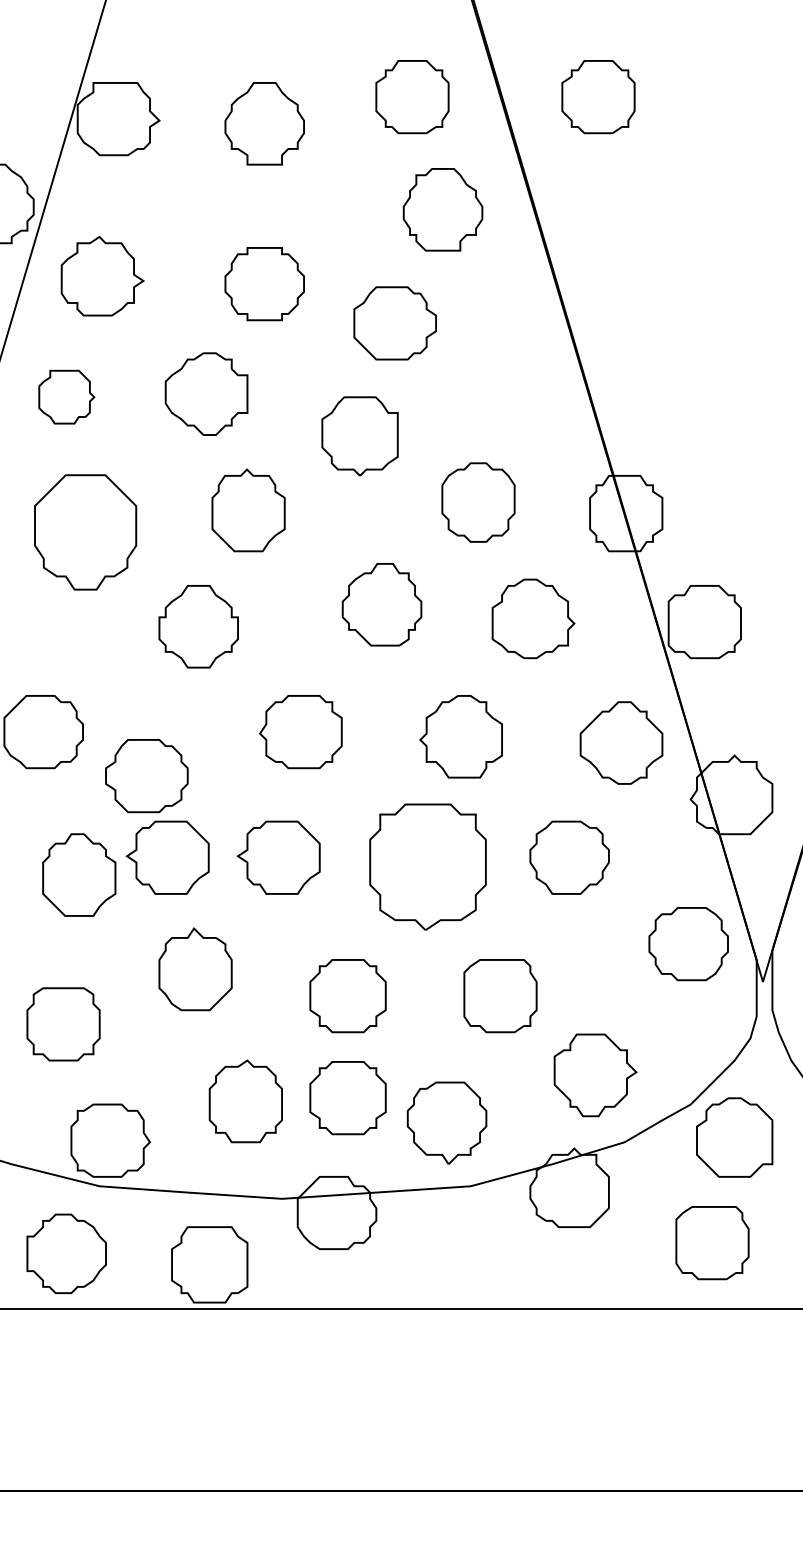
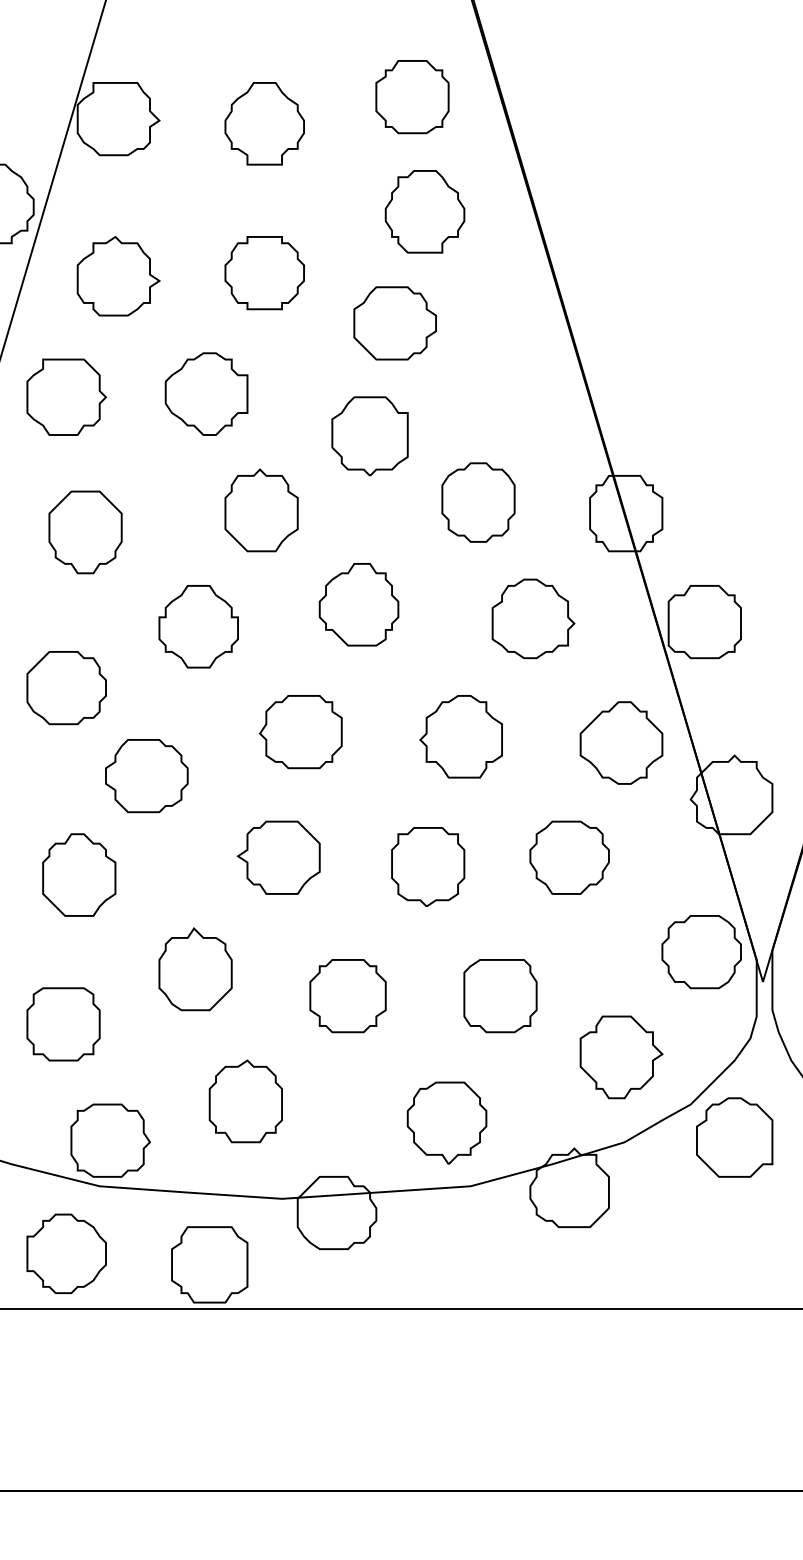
part at (598, 97): present -> none
part at (442, 209) position: (442, 209) -> (424, 211)
part at (102, 276) position: (102, 276) -> (118, 276)
part at (264, 284) position: (264, 284) -> (264, 273)
part at (66, 396) size: 58x56 px -> 82x78 px
part at (359, 436) position: (359, 436) -> (369, 436)
part at (248, 510) position: (248, 510) -> (261, 510)
part at (85, 532) size: 104x117 px -> 75x85 px
part at (381, 604) position: (381, 604) -> (358, 604)
part at (43, 732) position: (43, 732) -> (66, 688)
part at (167, 857): present -> none
part at (427, 866) size: 118x128 px -> 75x80 px
part at (688, 944) position: (688, 944) -> (701, 952)
part at (595, 1075) position: (595, 1075) -> (621, 1057)
part at (347, 1098): present -> none
part at (712, 1243): present -> none
